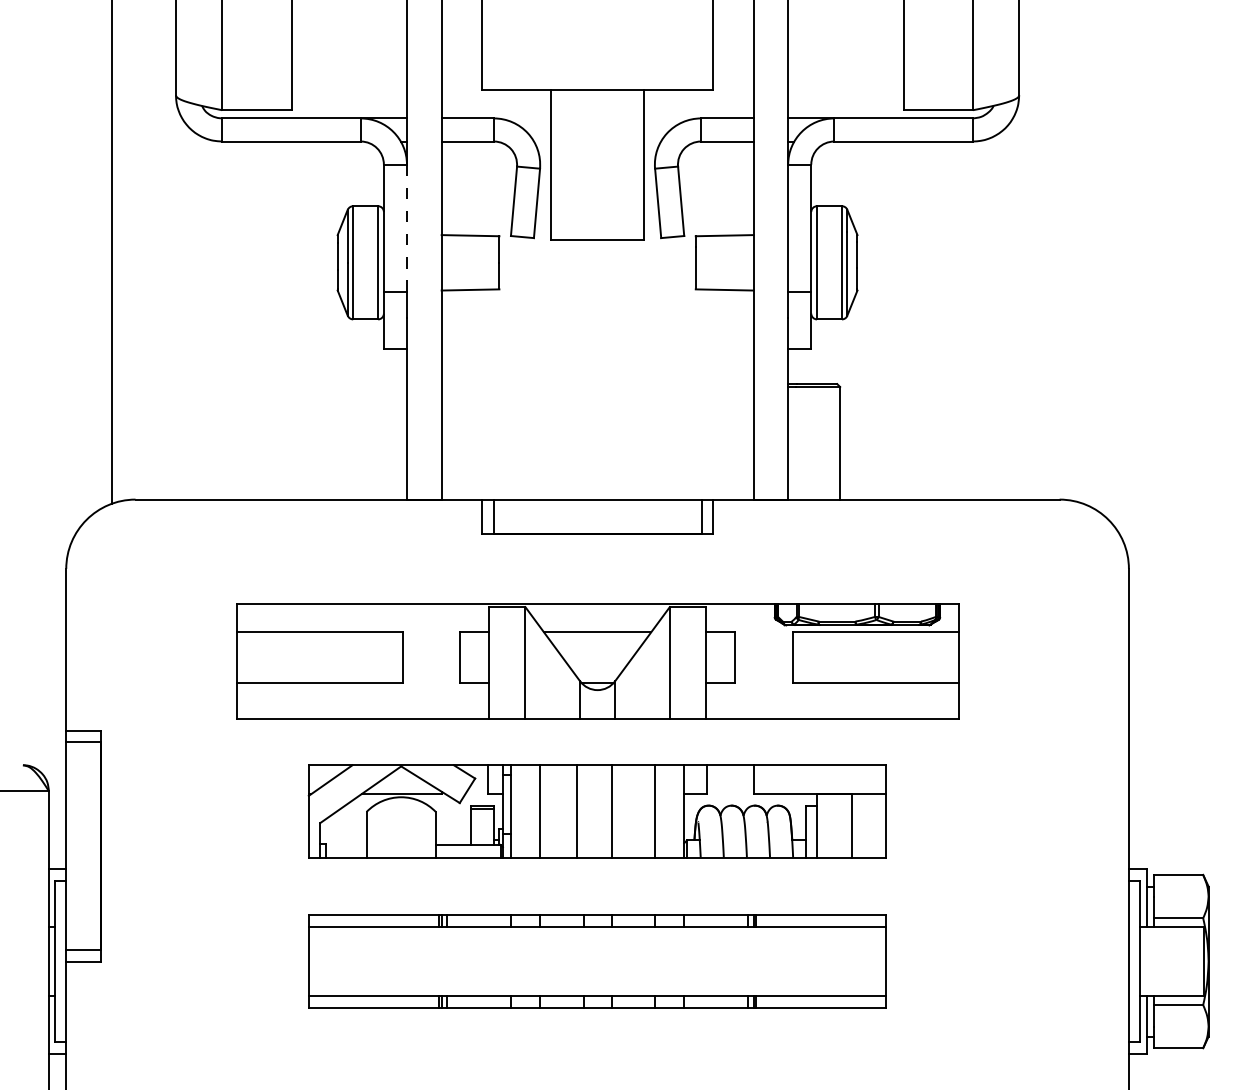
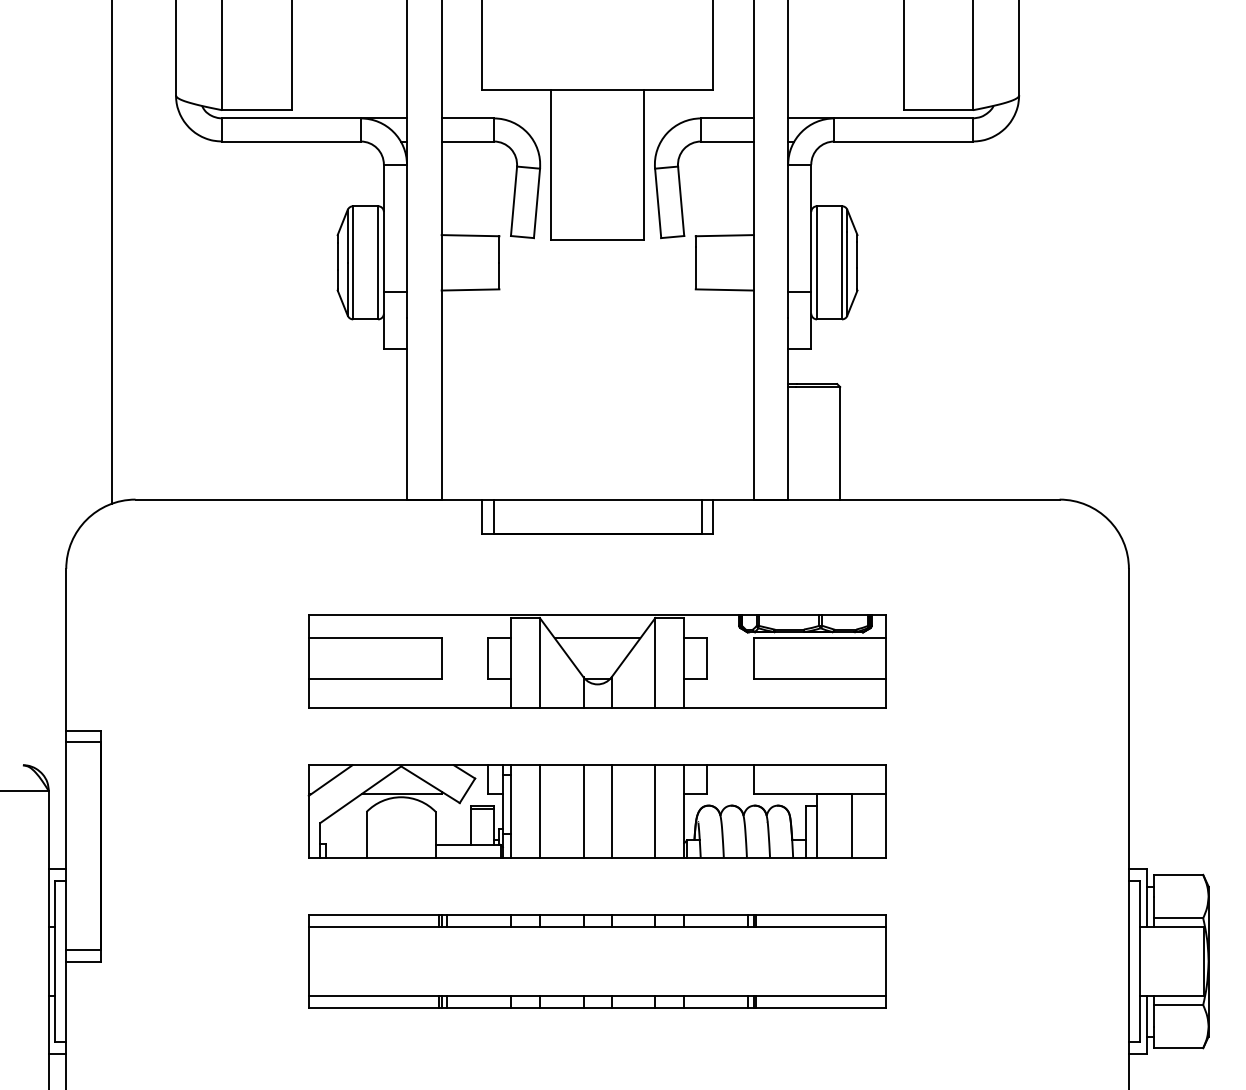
line at (407, 228): dashed -> solid
part at (597, 661) size: 724x117 px -> 579x95 px
line at (576, 811) position: (576, 811) -> (583, 811)
